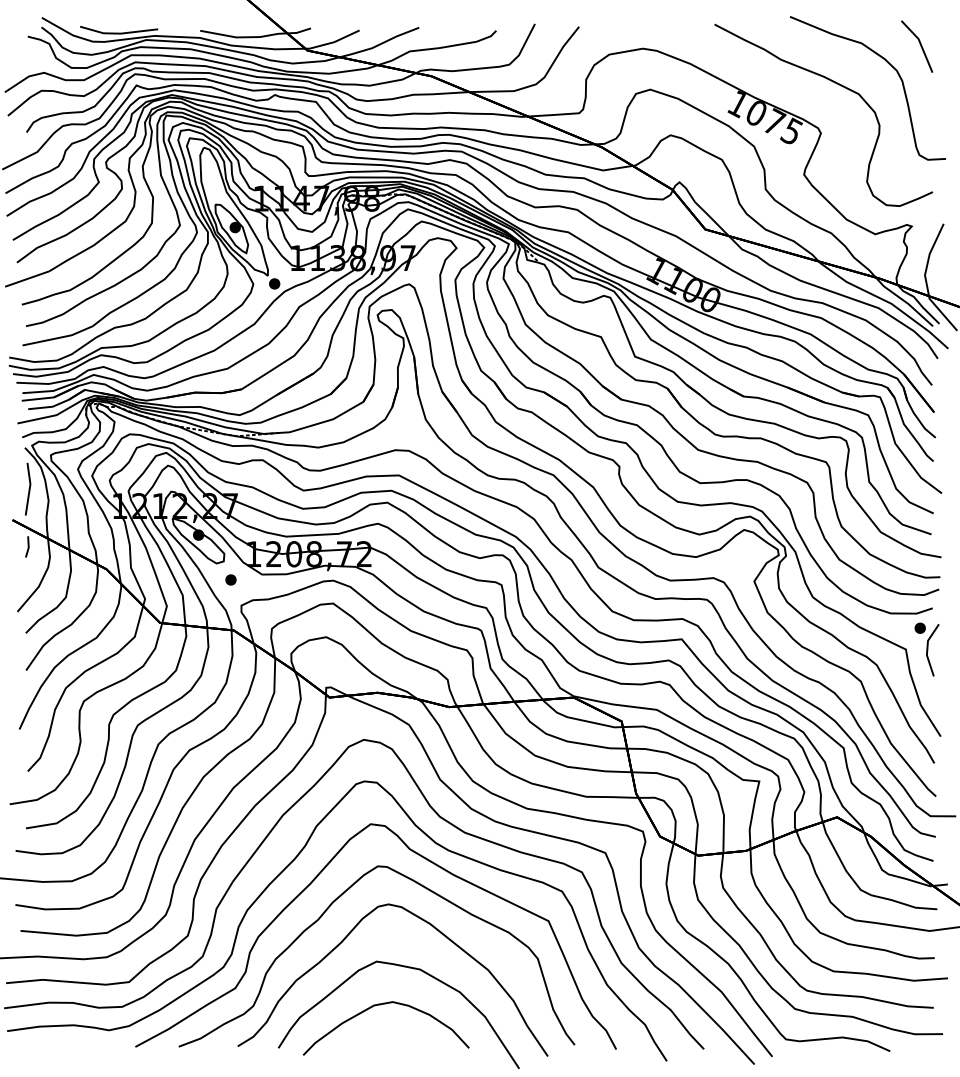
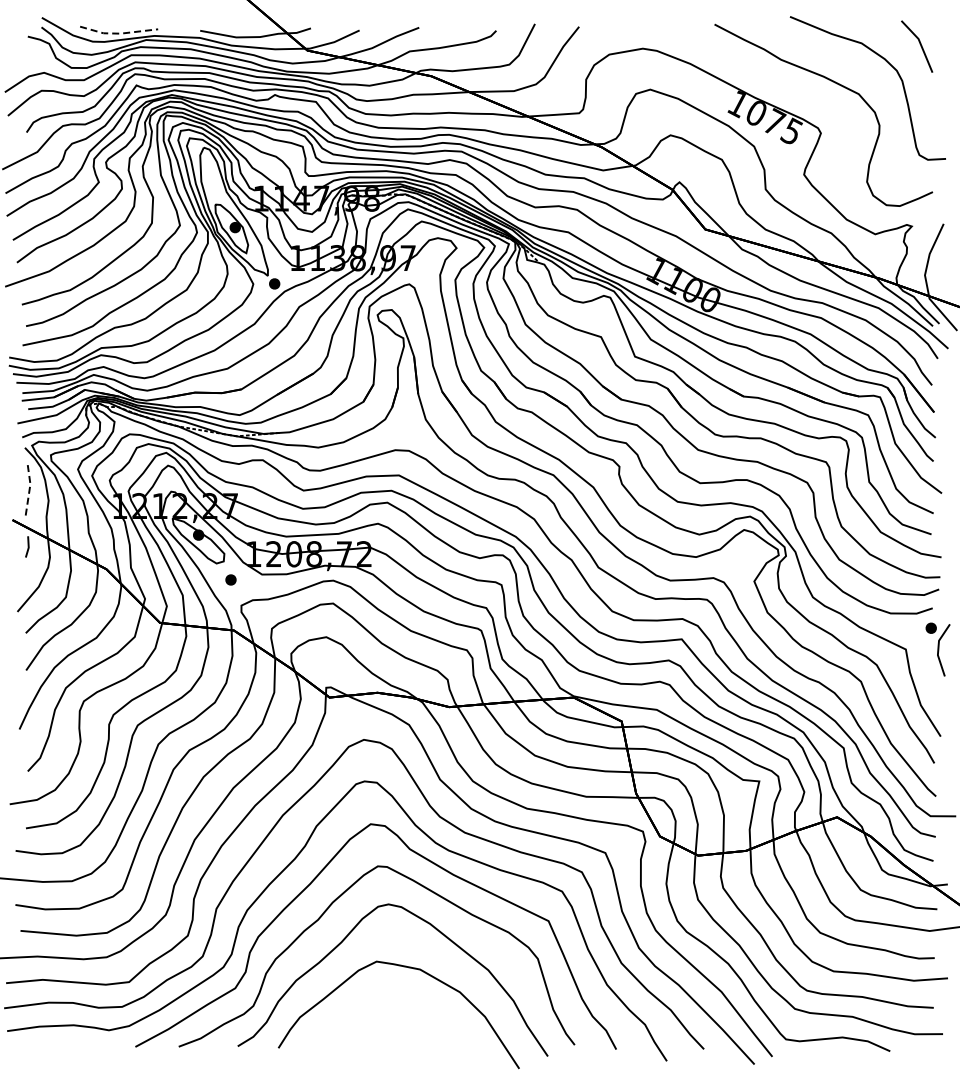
line at (118, 33): solid -> dashed
line at (29, 488): solid -> dashed
part at (926, 649) position: (926, 649) -> (937, 649)
curve at (380, 1005): present -> none
